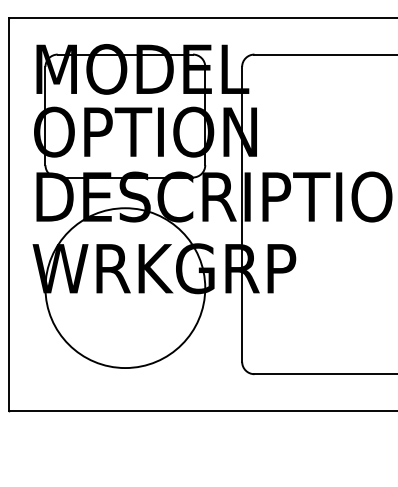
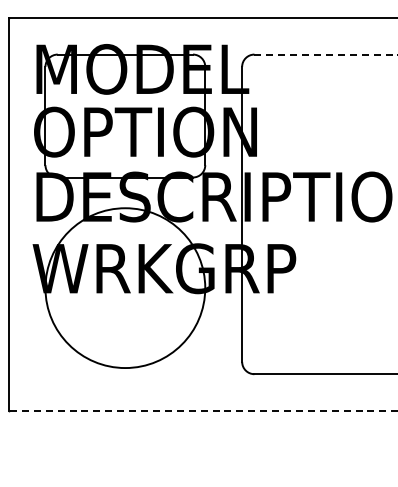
line at (326, 54): solid -> dashed
line at (202, 411): solid -> dashed
